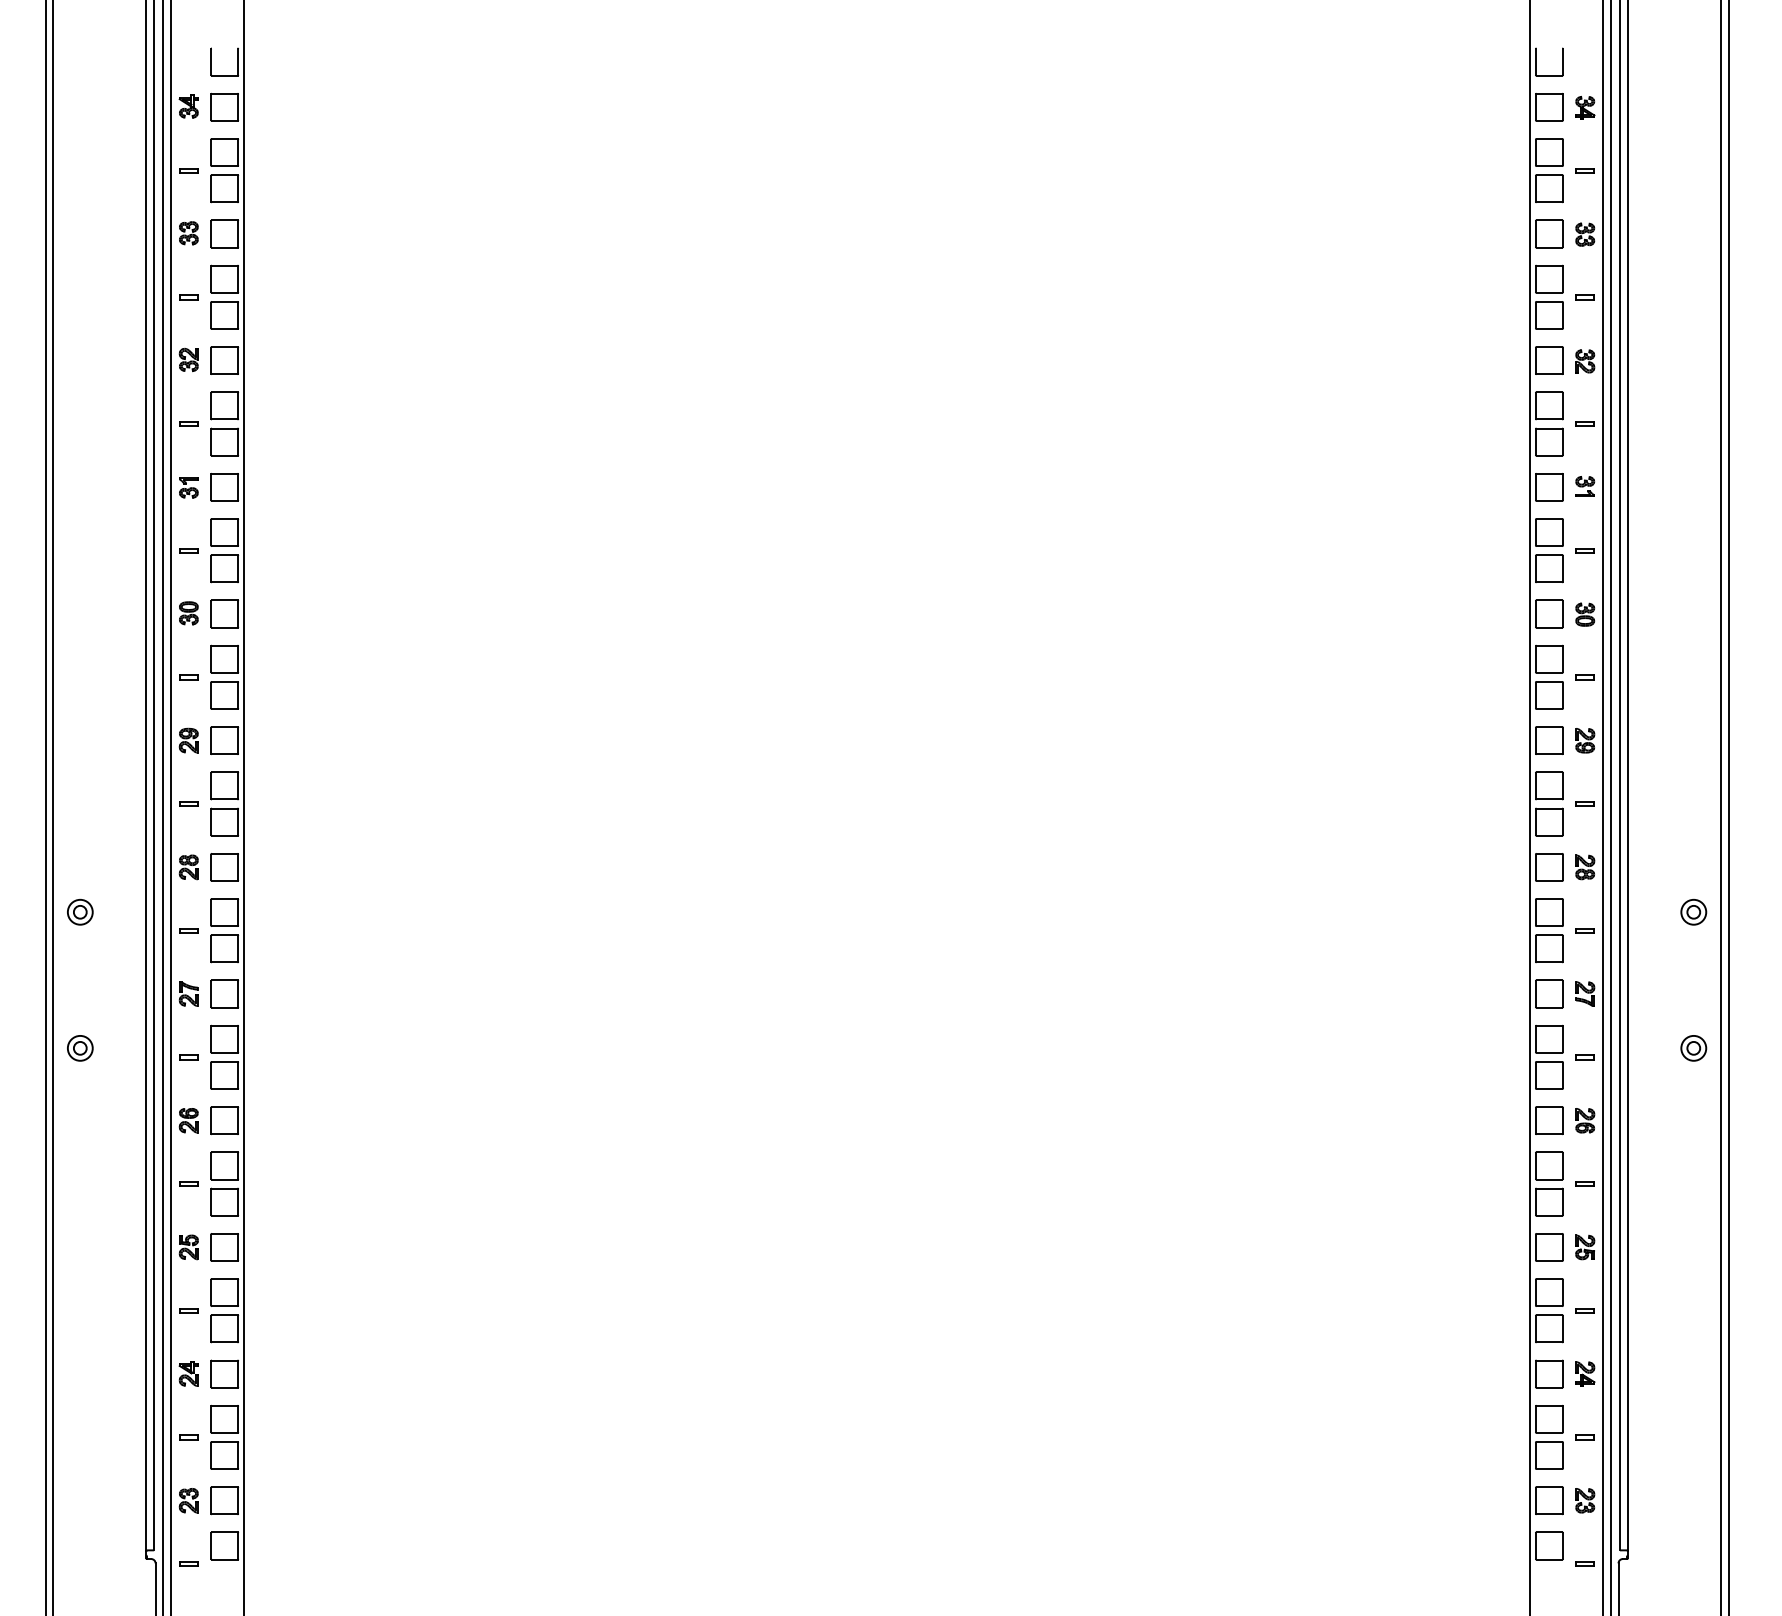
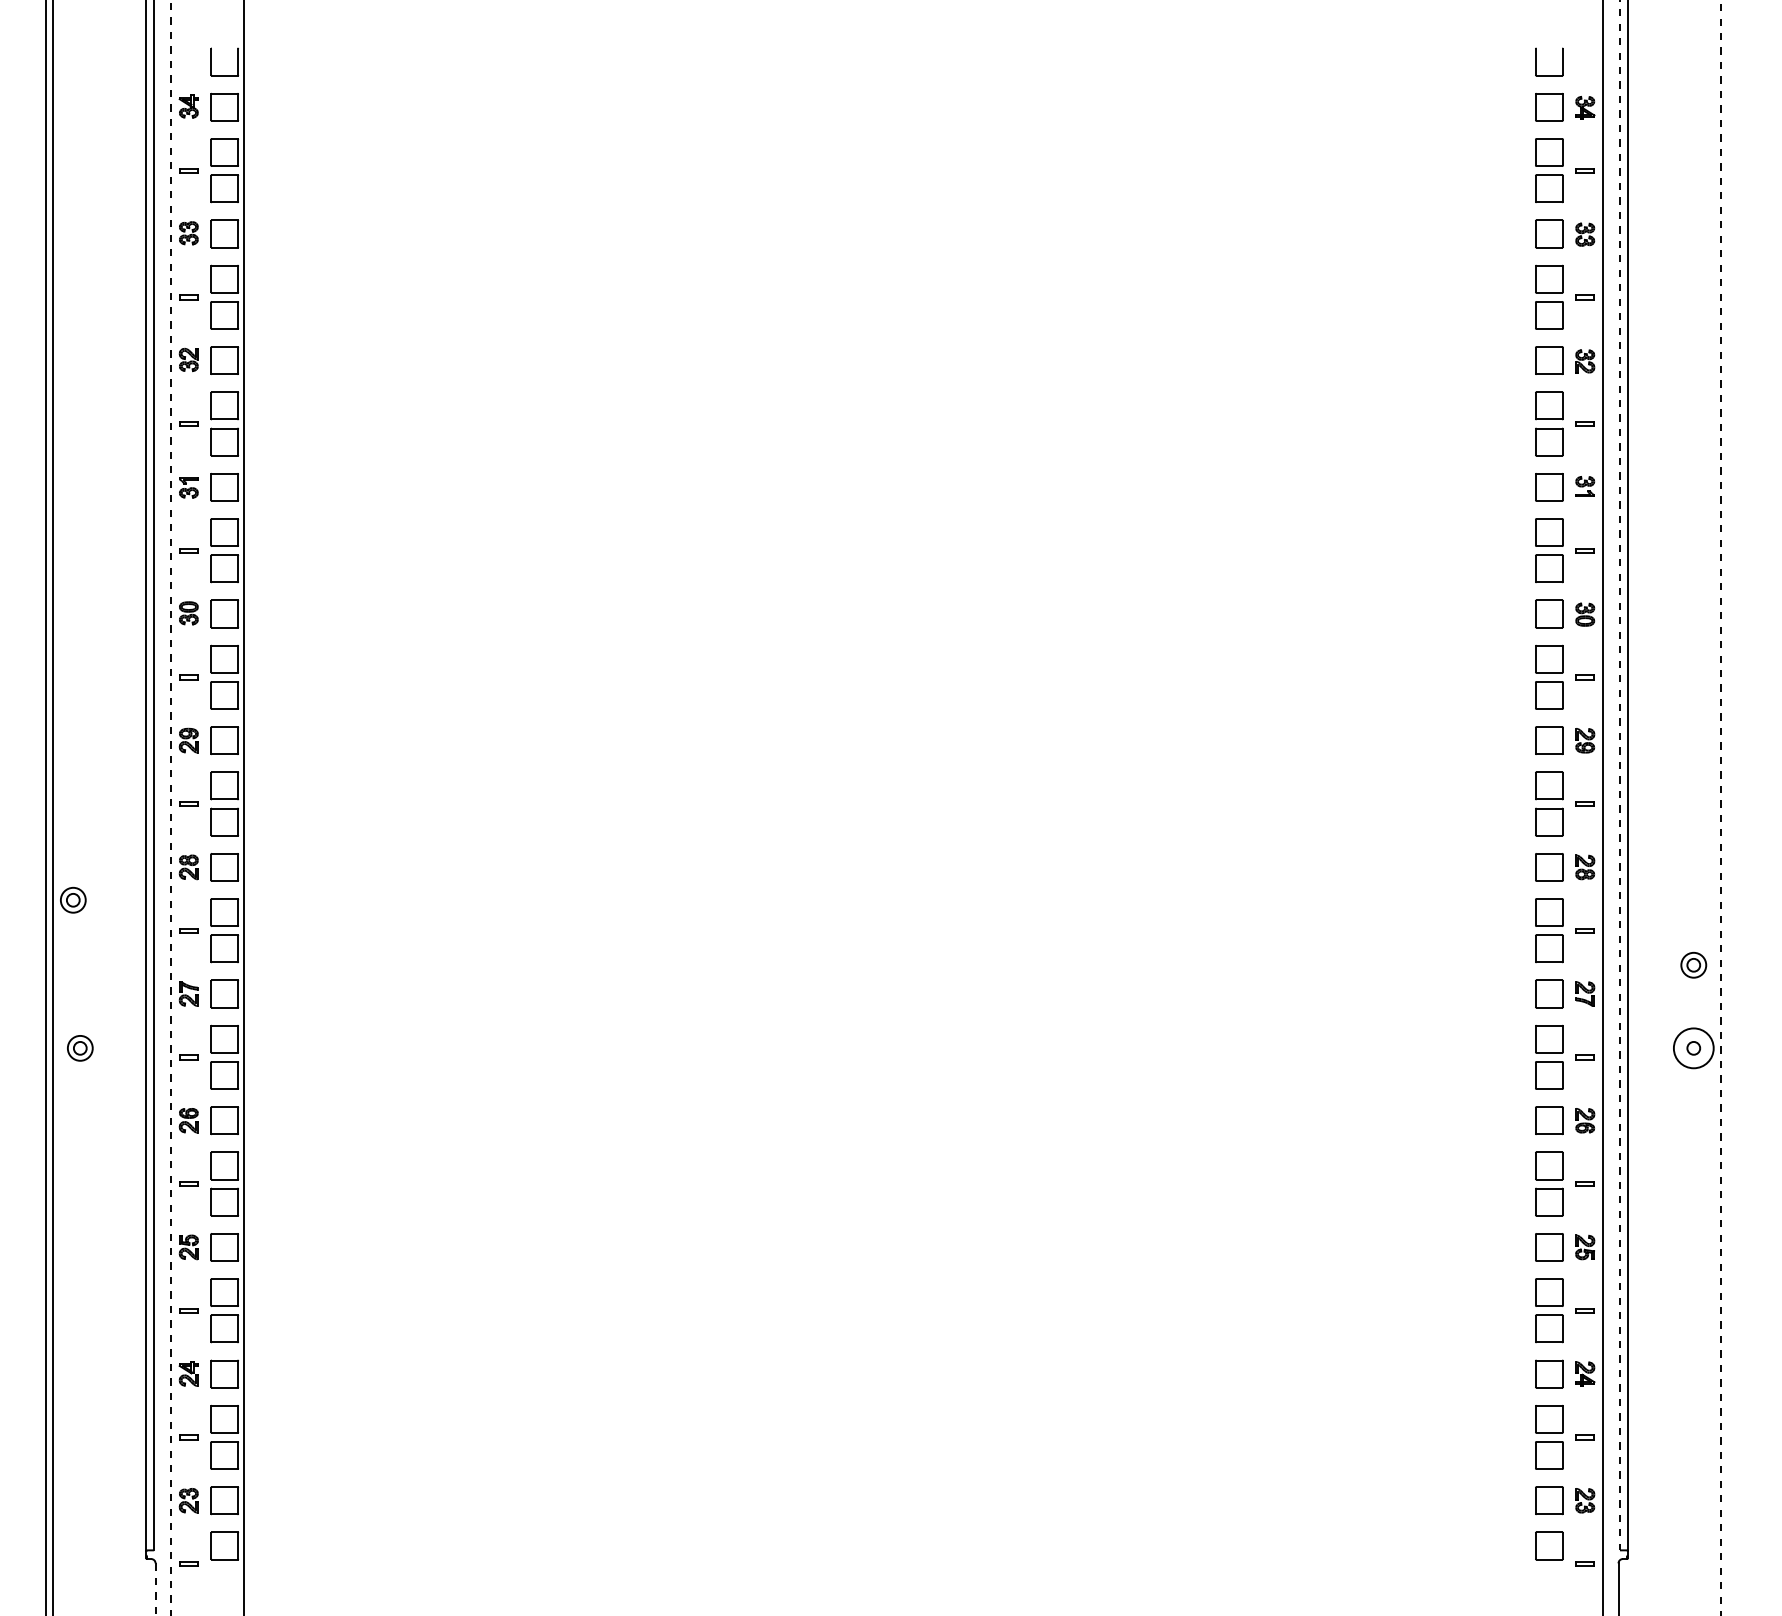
line at (1619, 775): solid -> dashed
line at (163, 807): present -> none
line at (171, 807): solid -> dashed
line at (1530, 807): present -> none
line at (1610, 807): present -> none
line at (1728, 807): present -> none
line at (1720, 808): solid -> dashed
part at (80, 911) position: (80, 911) -> (73, 899)
part at (1693, 911) position: (1693, 911) -> (1693, 964)
circle at (1693, 1047) diameter: 25 px -> 40 px
line at (155, 1589): solid -> dashed
